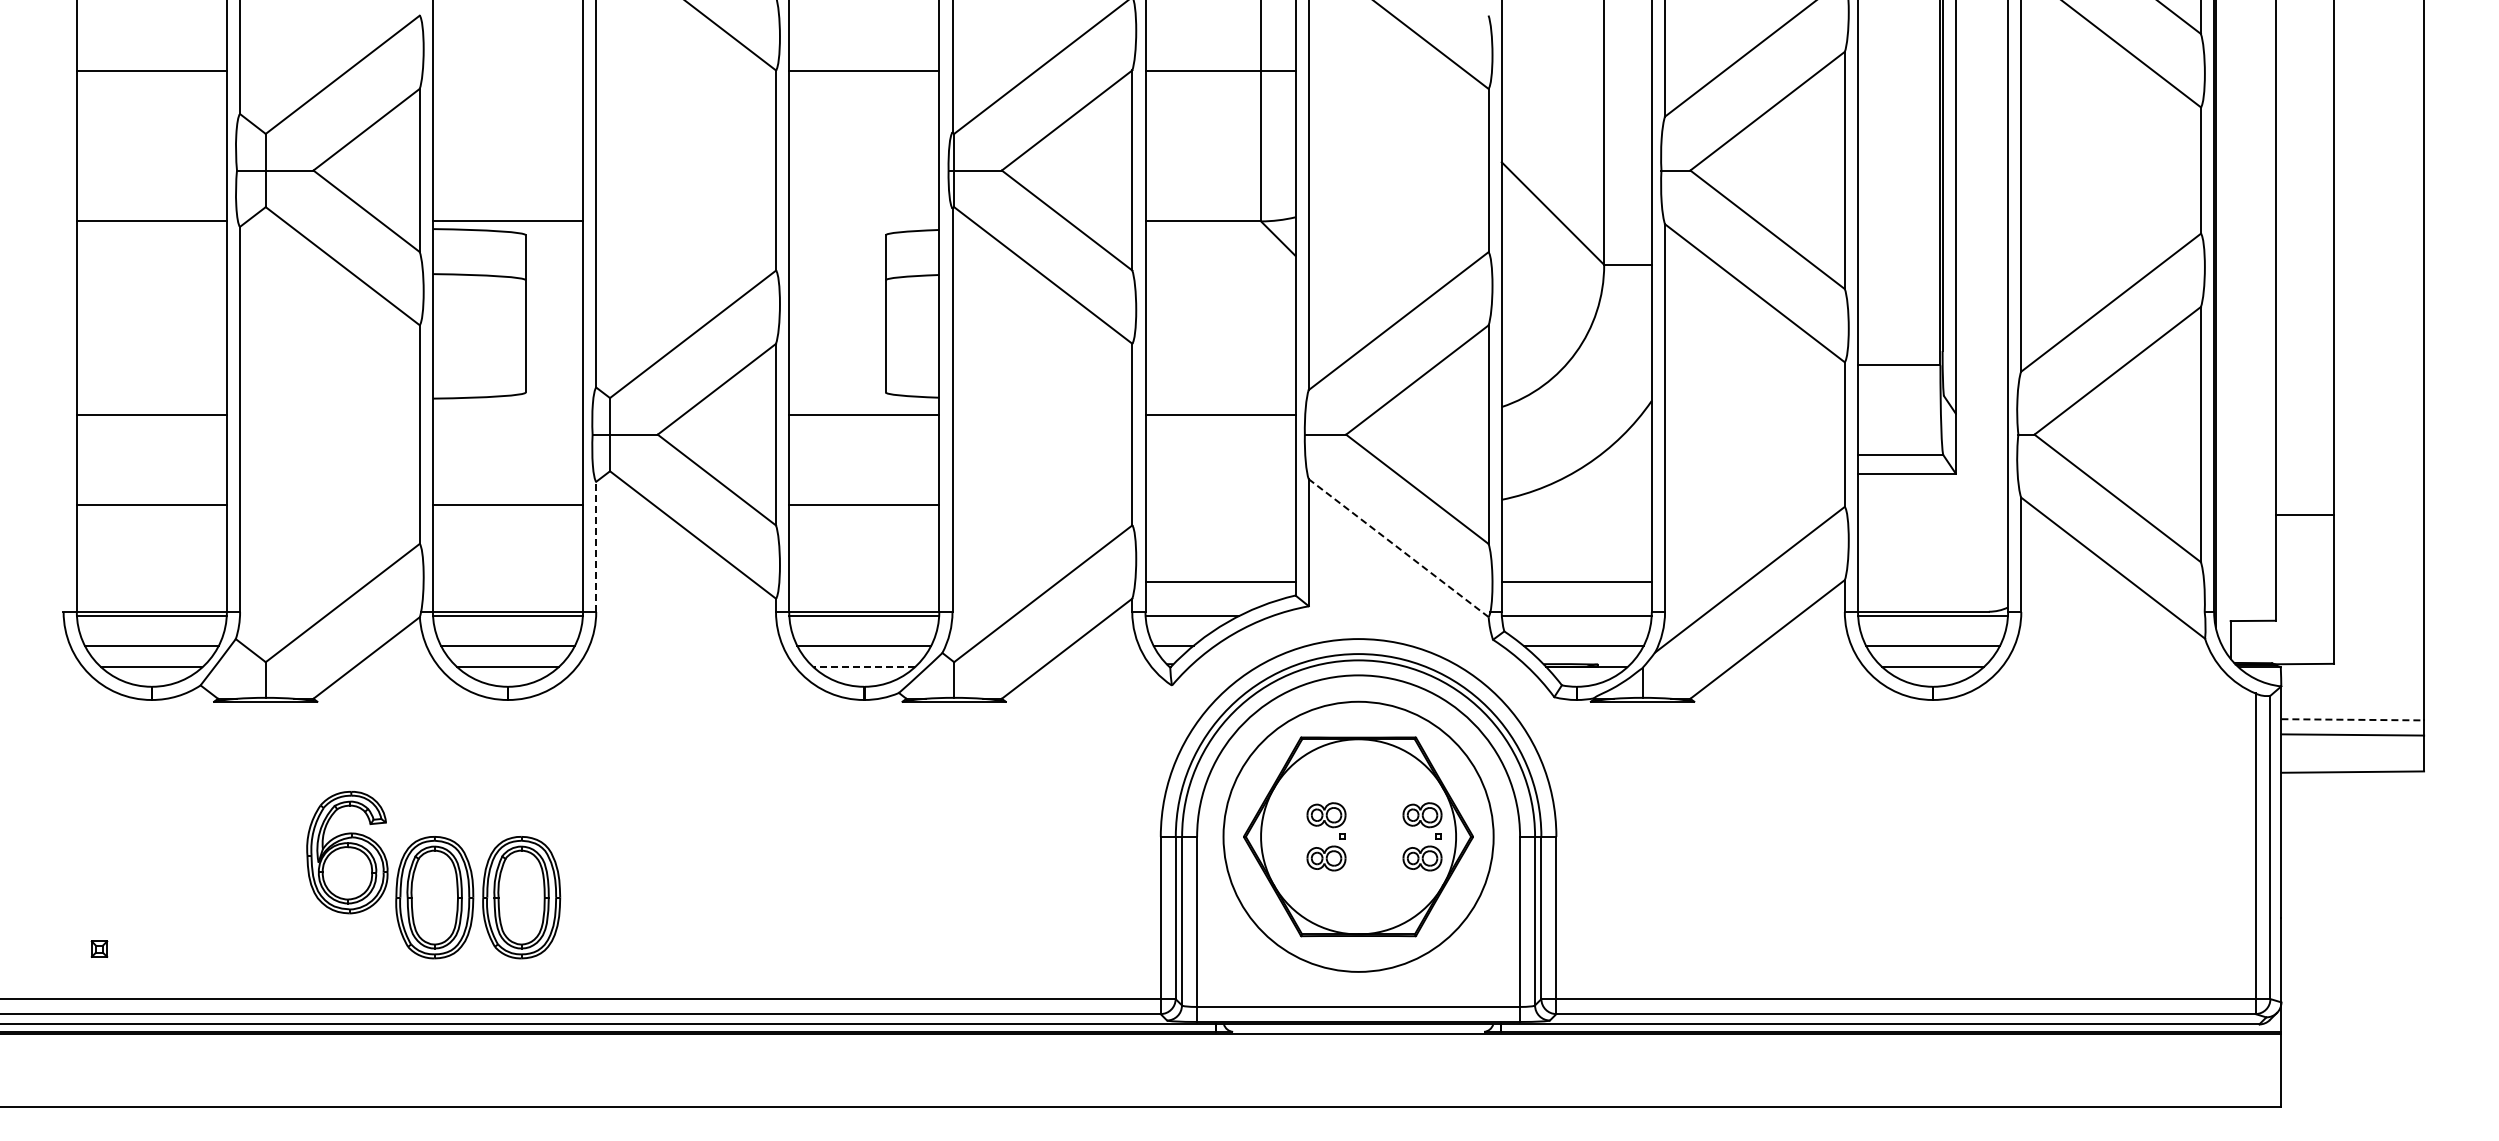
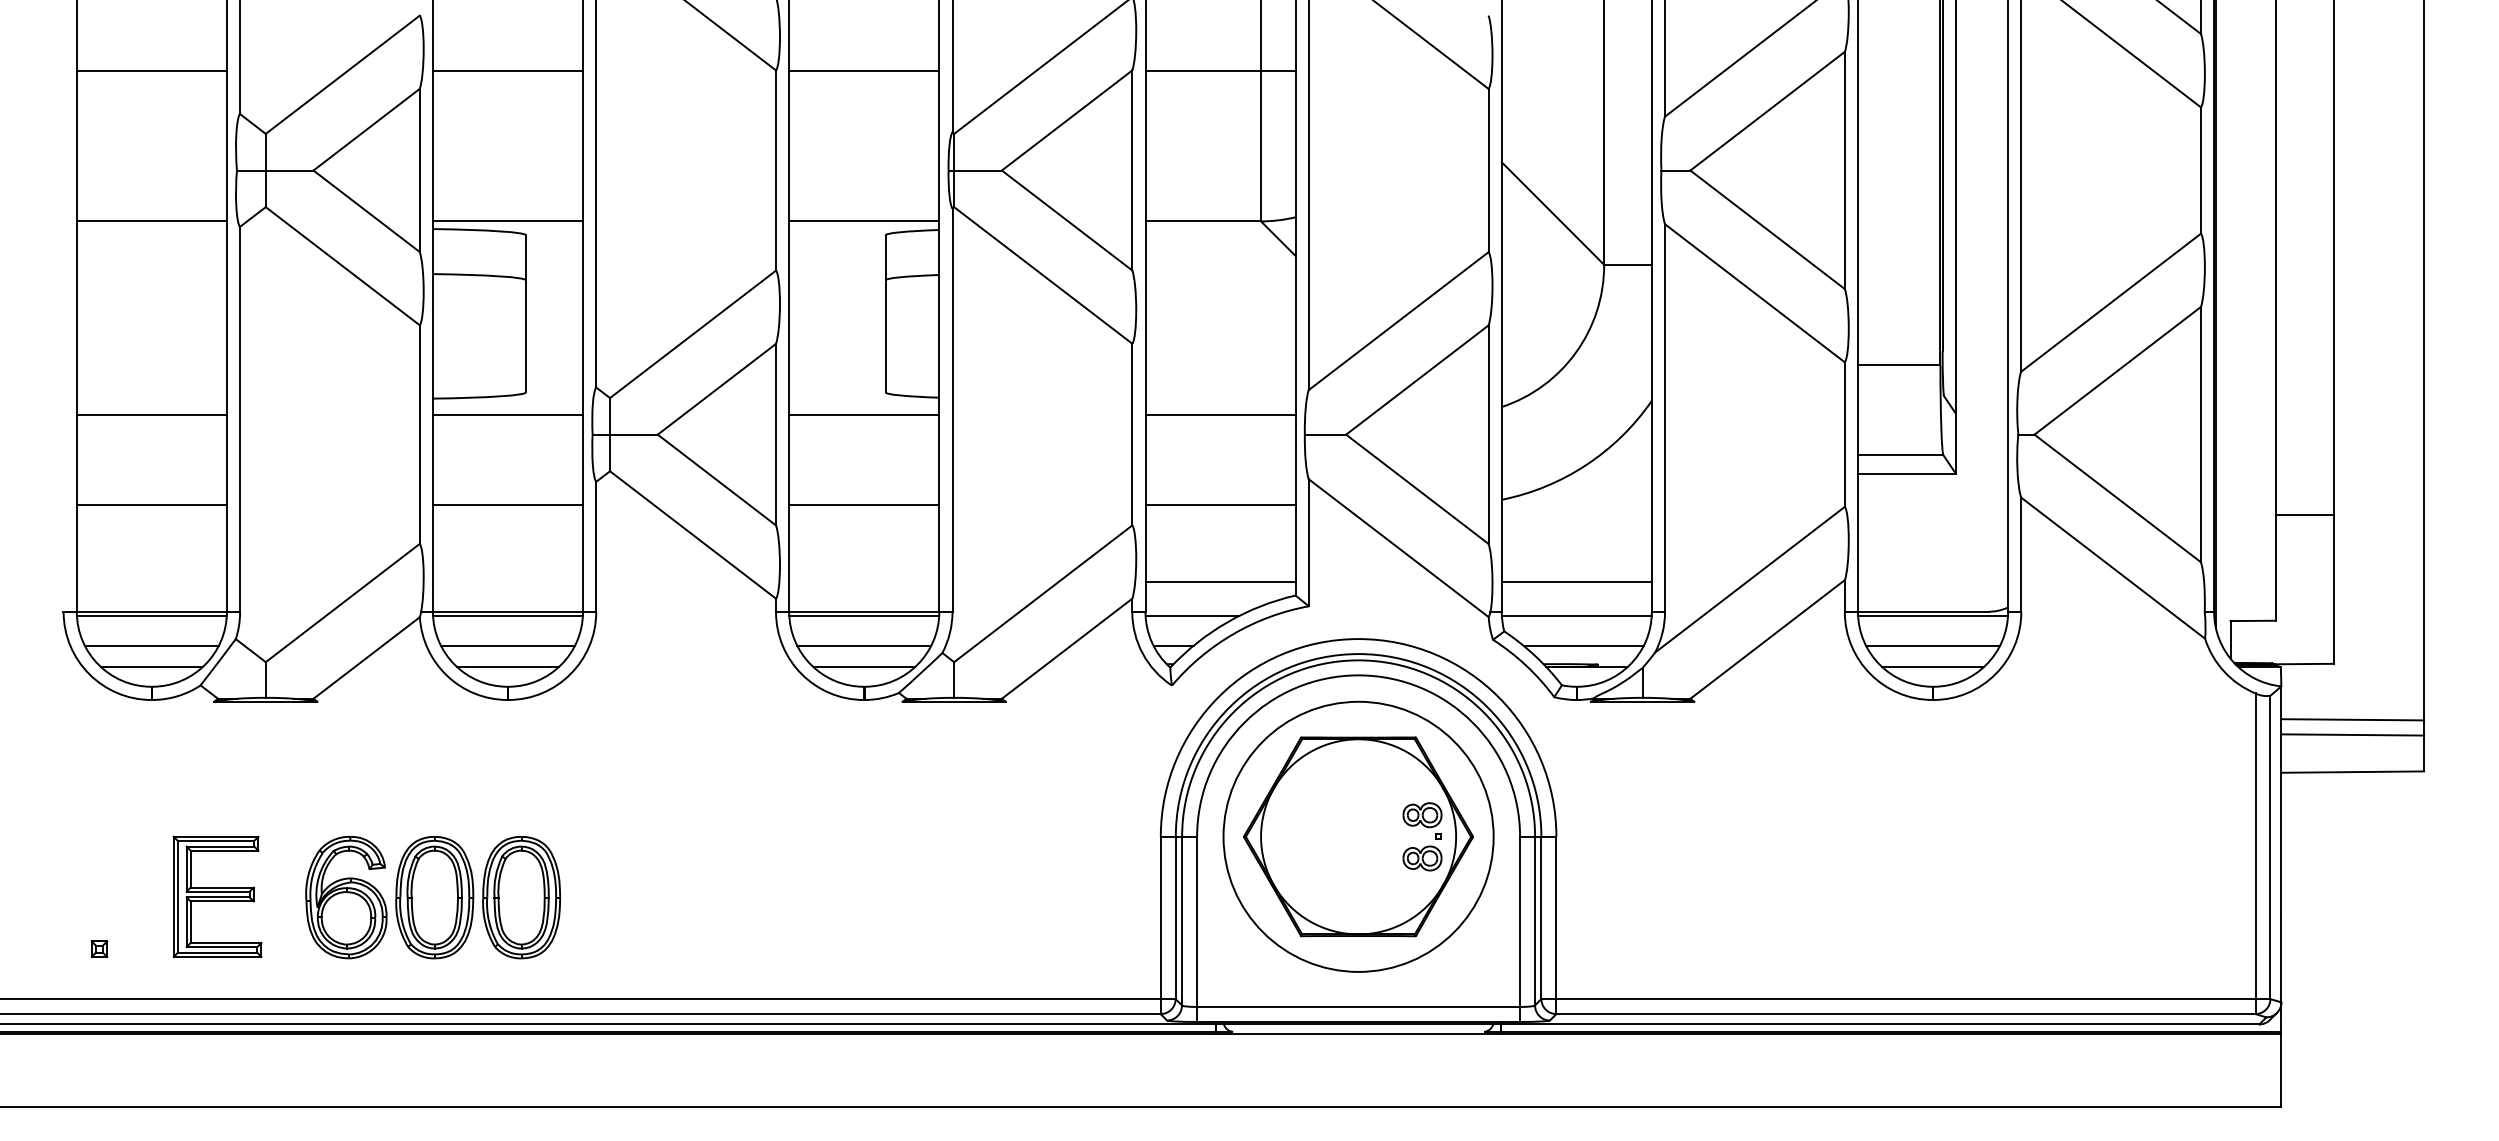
line at (507, 71): none -> present
line at (864, 221): none -> present
line at (507, 414): none -> present
line at (1220, 504): none -> present
line at (596, 546): dashed -> solid
line at (1398, 547): dashed -> solid
line at (864, 667): dashed -> solid
line at (2353, 719): dashed -> solid
part at (1329, 827): present -> none
part at (347, 852) position: (347, 852) -> (346, 897)
part at (217, 896): none -> present
